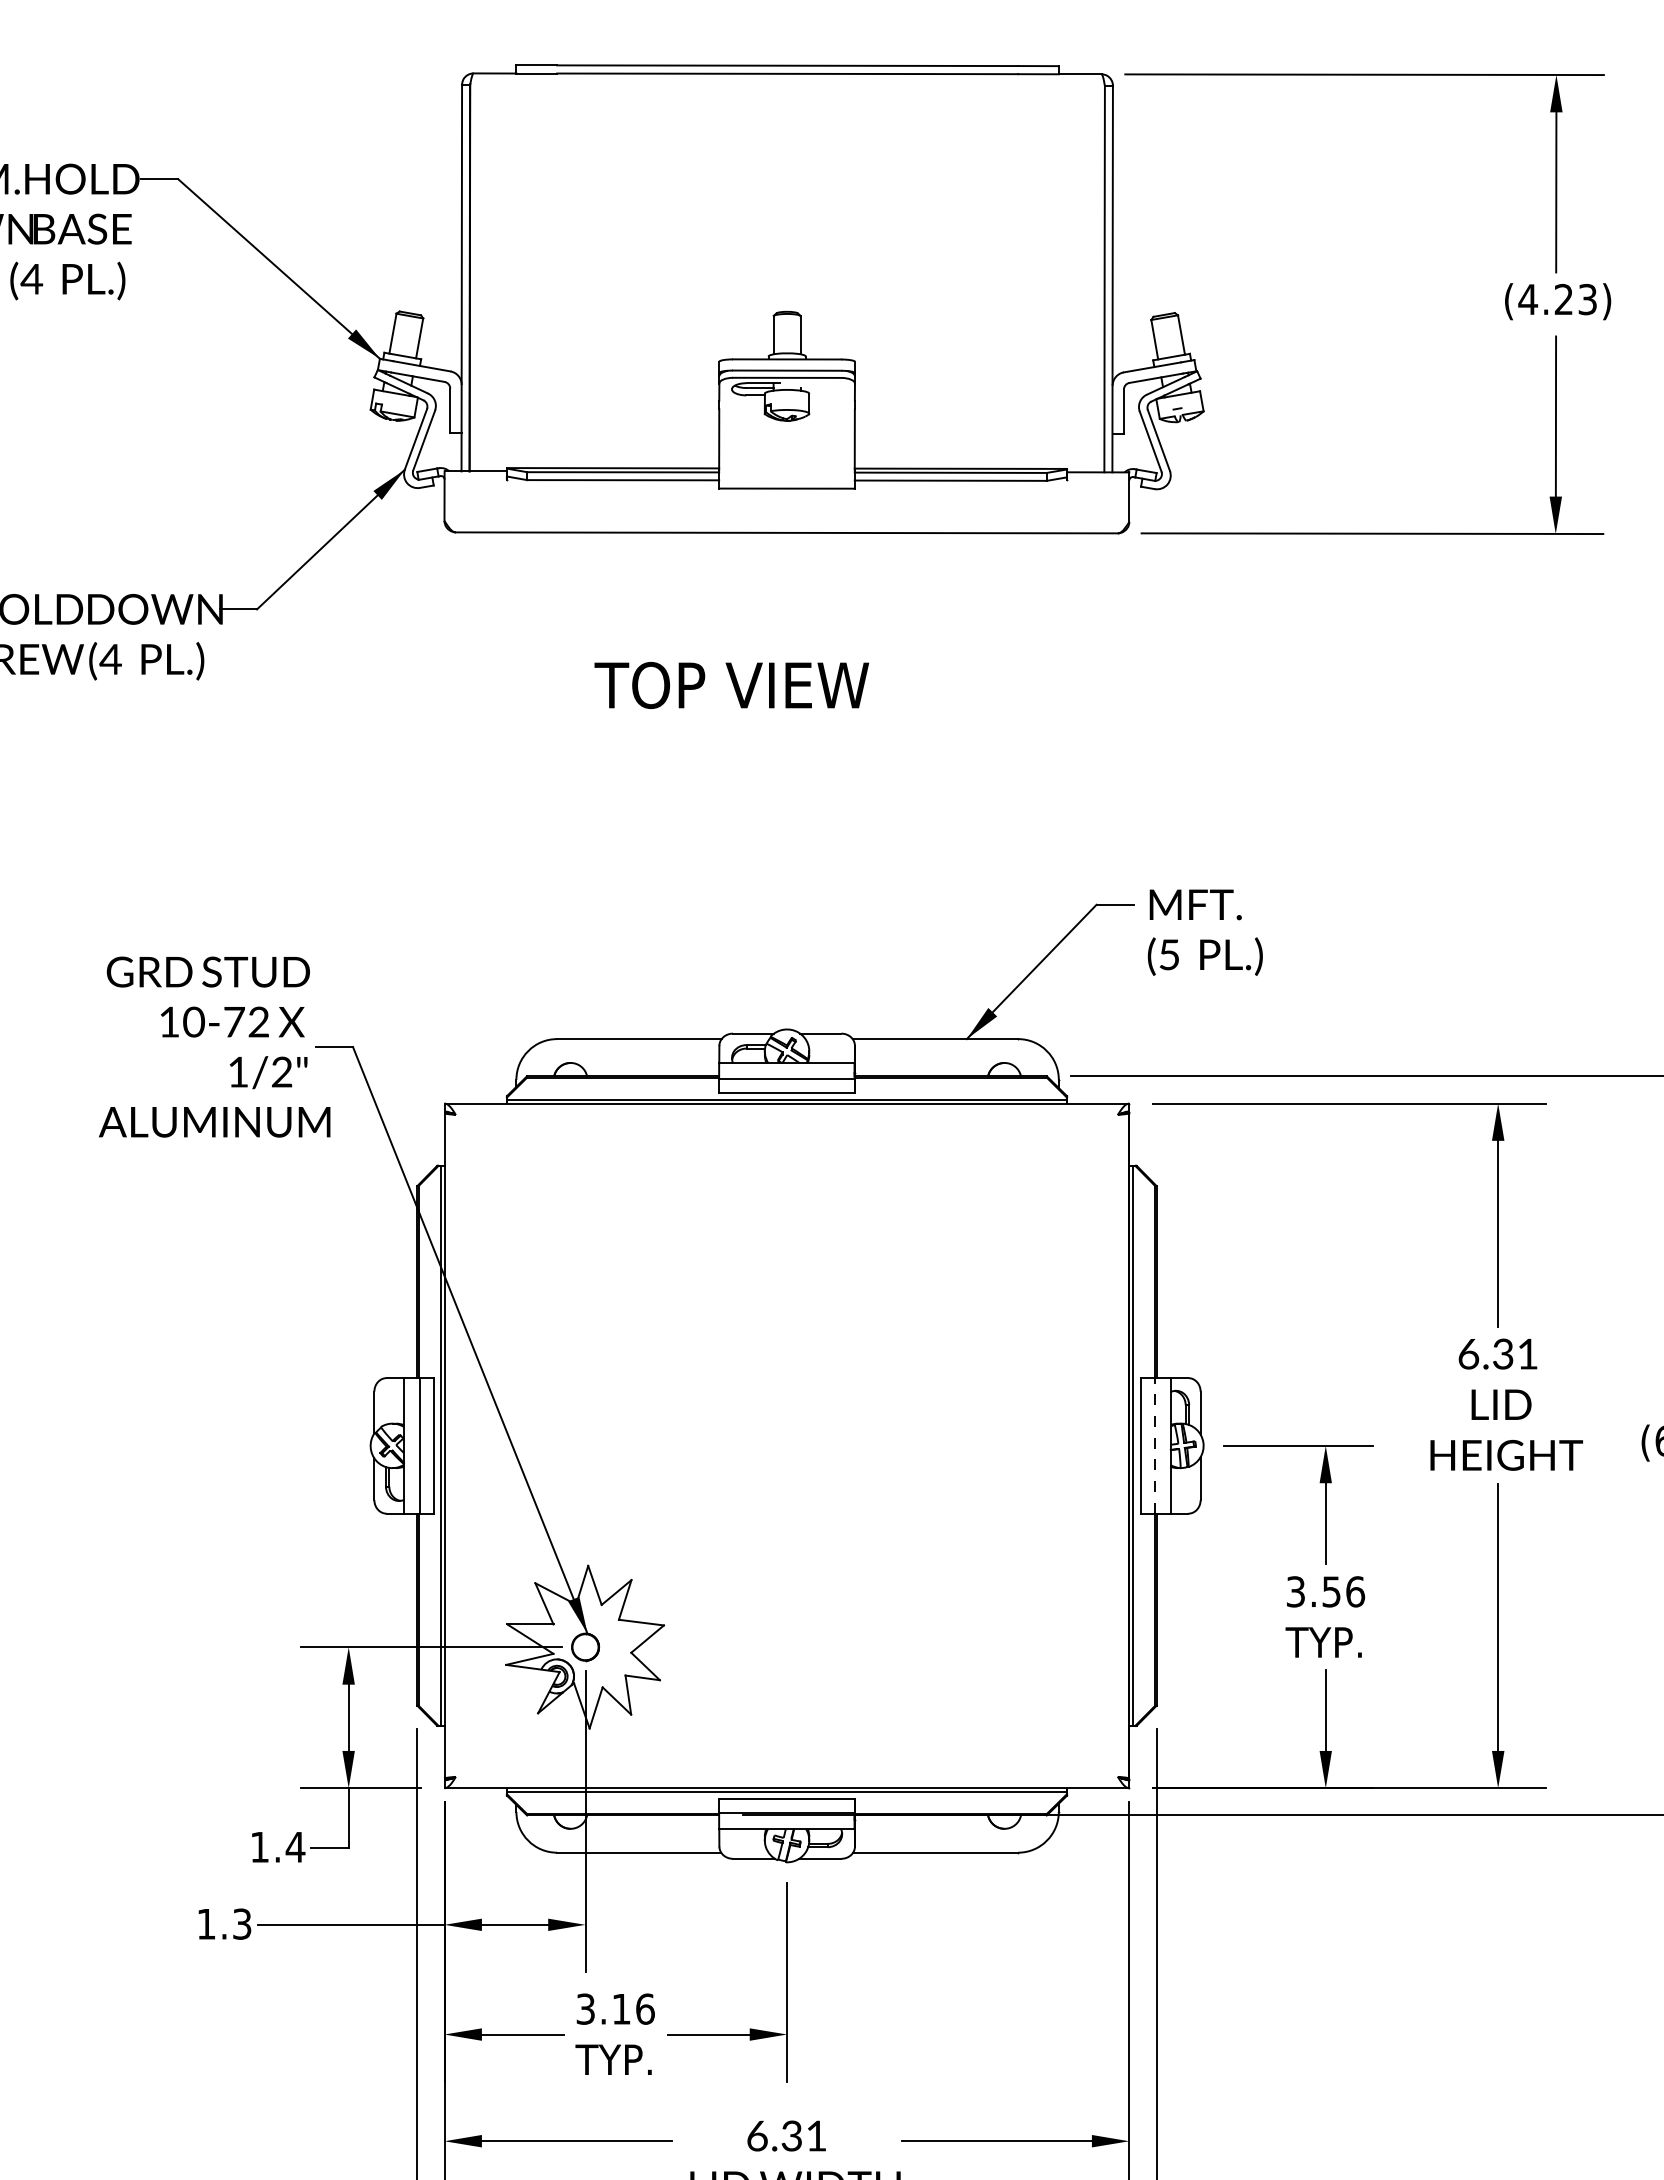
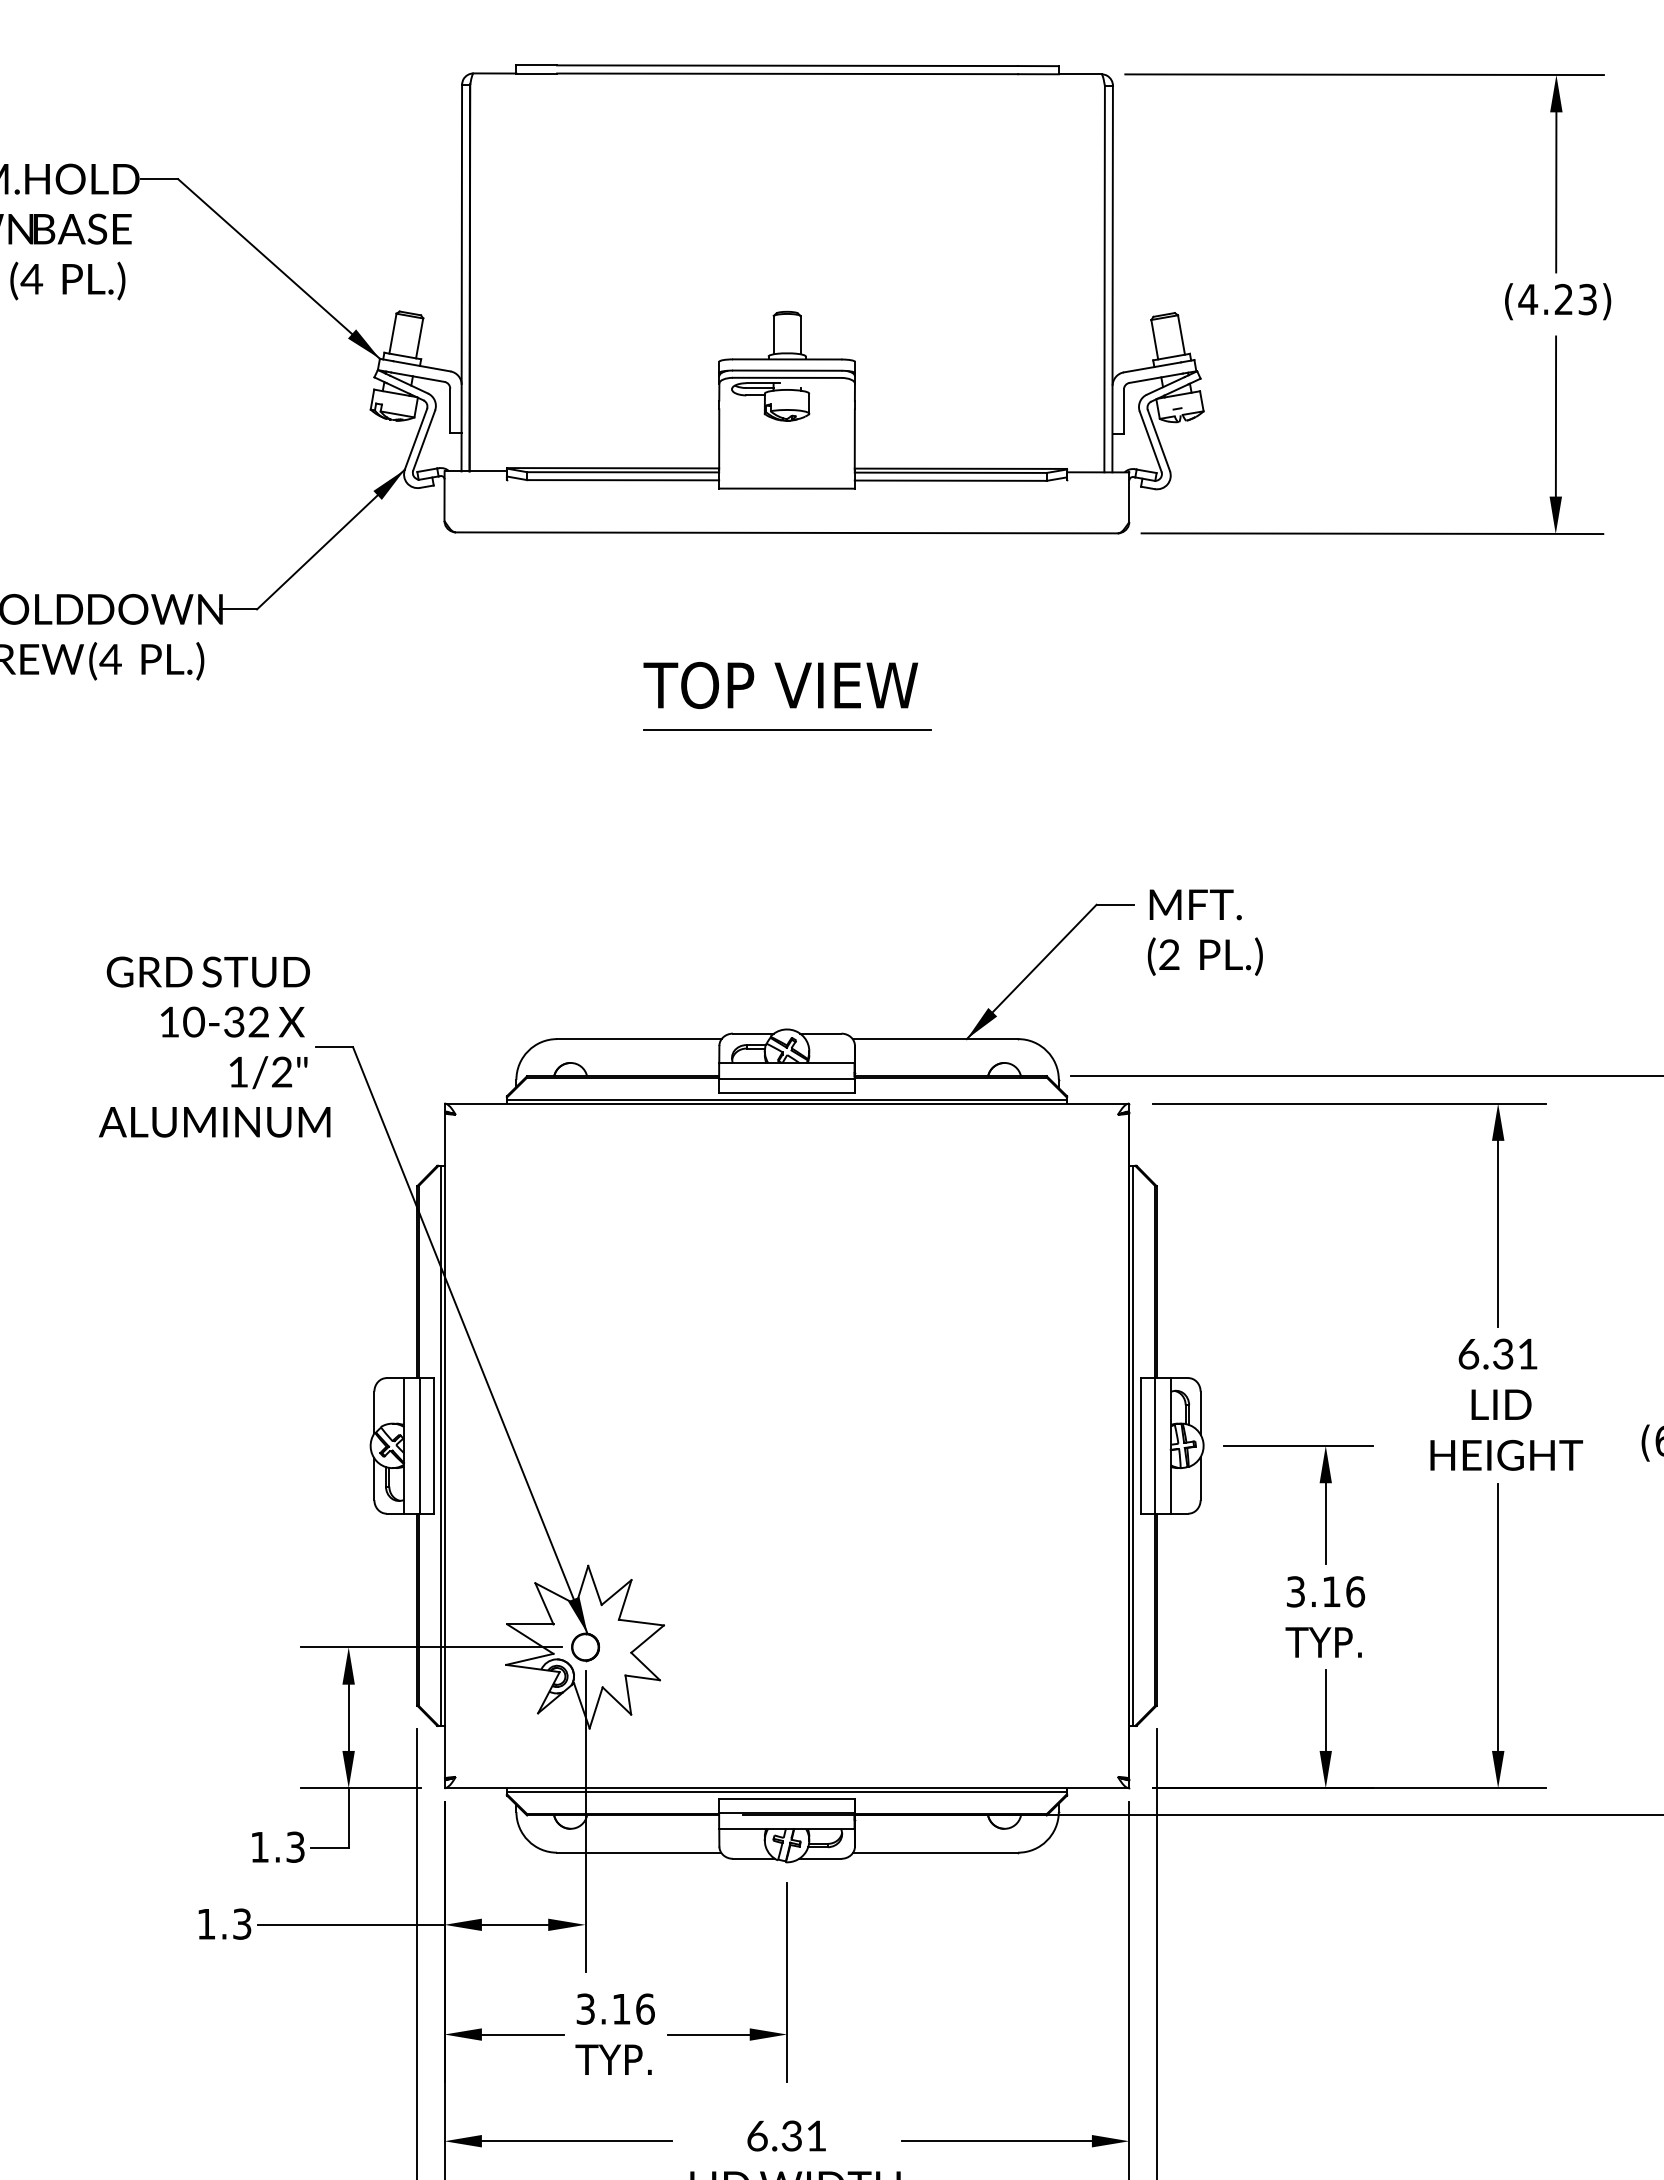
text at (731, 685) position: (731, 685) -> (780, 685)
line at (787, 730): none -> present
text at (1169, 954): (5 -> (2
text at (234, 1021): 10-72 -> 10-32
line at (1154, 1445): dashed -> solid
text at (1331, 1591): 3.56 -> 3.16
text at (295, 1846): 1.4 -> 1.3
